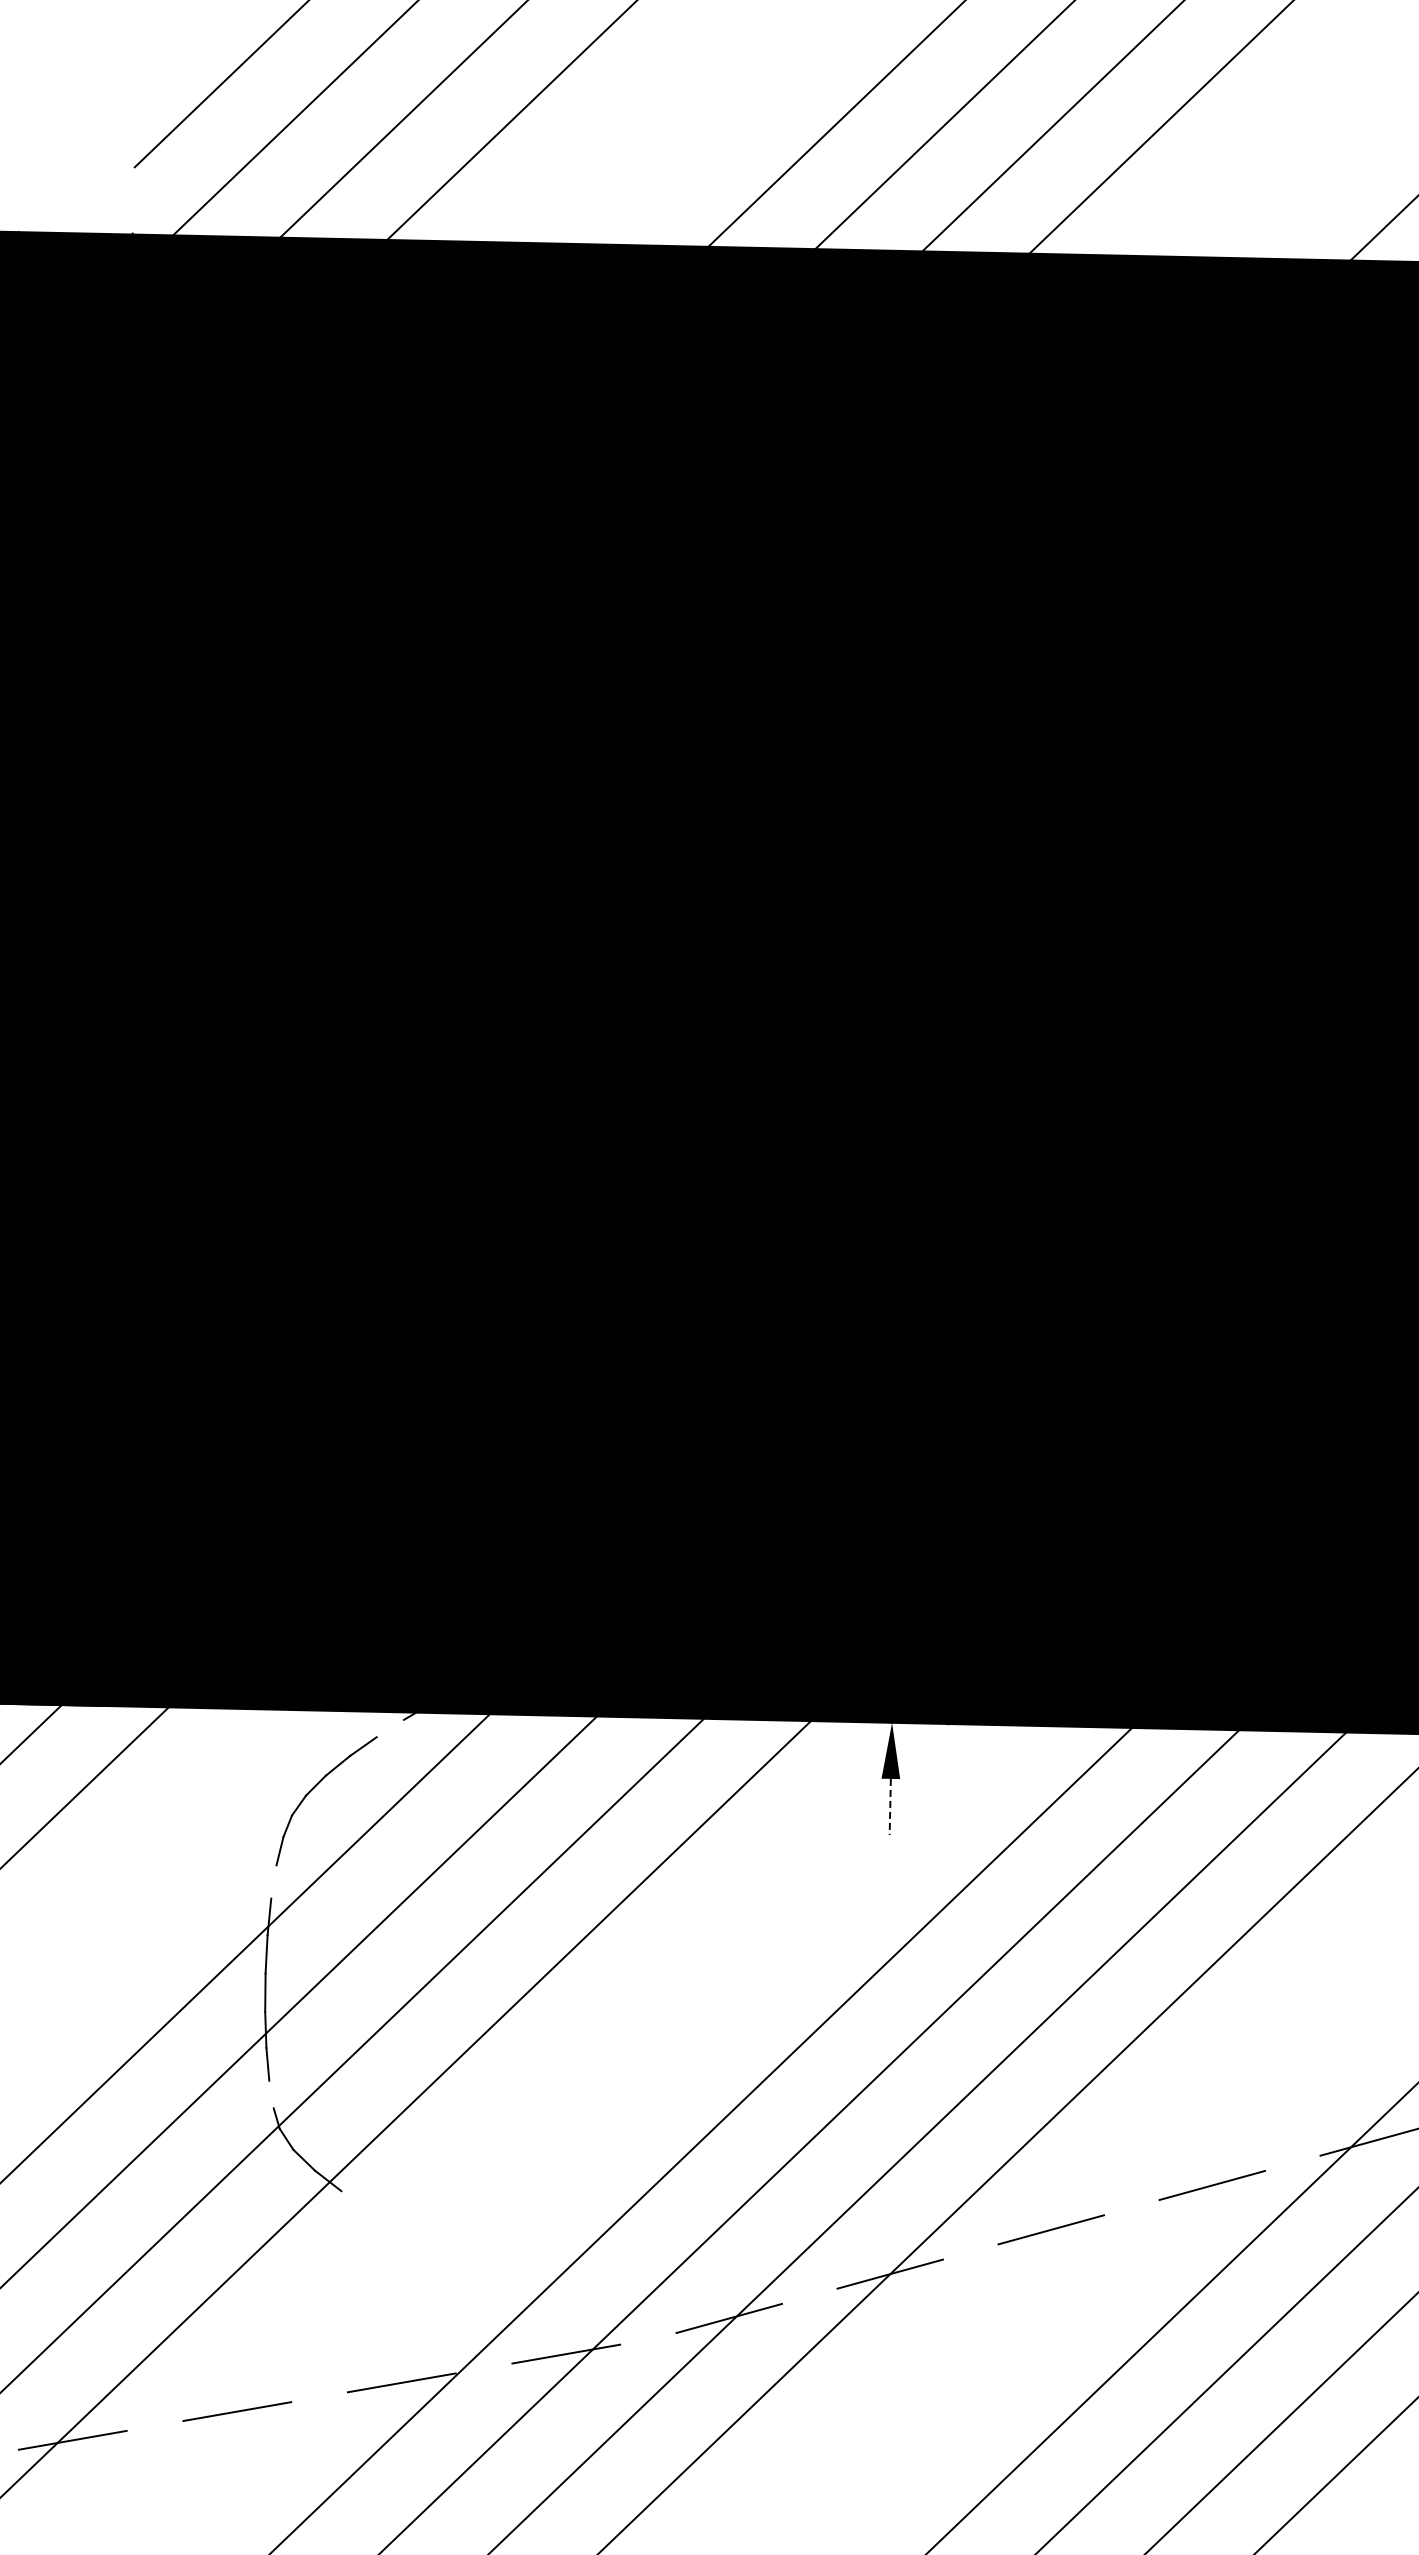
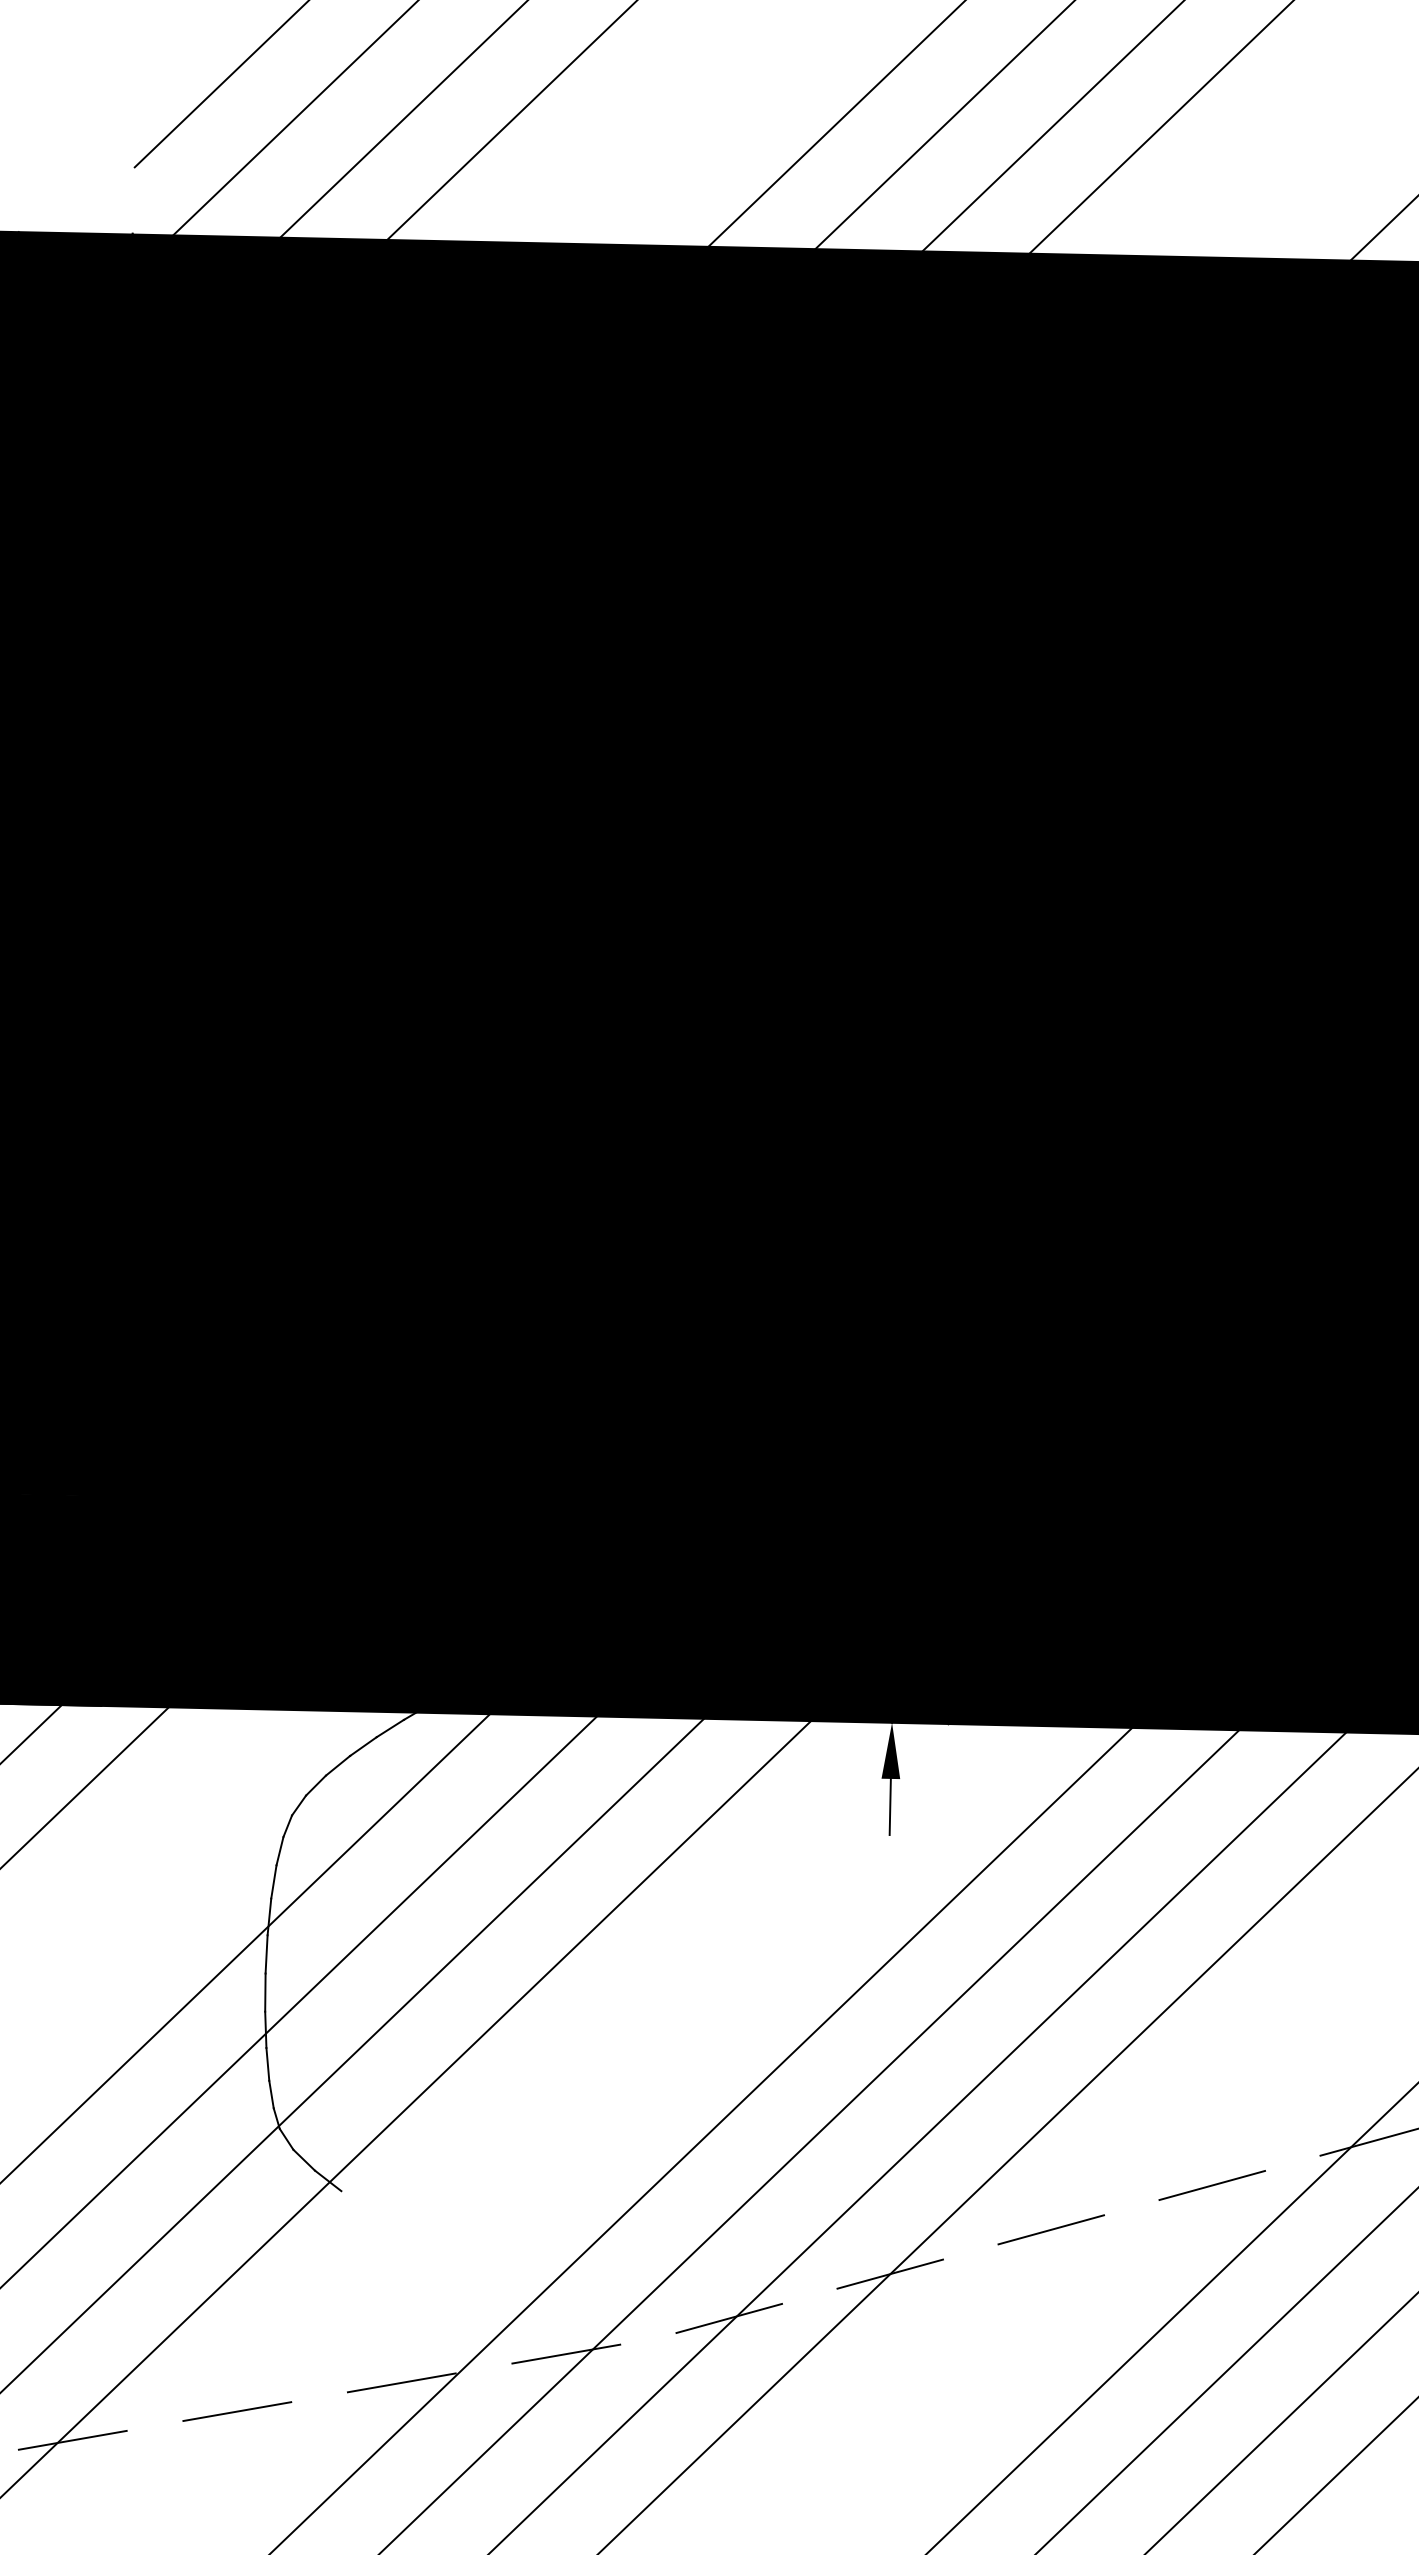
line at (389, 1728): none -> present
line at (890, 1807): dashed -> solid
line at (273, 1881): none -> present
line at (271, 2094): none -> present
